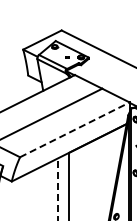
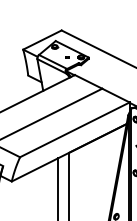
line at (75, 129): dashed -> solid
line at (58, 189): dashed -> solid
